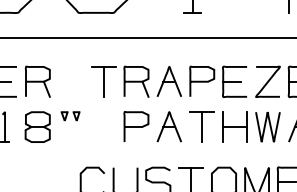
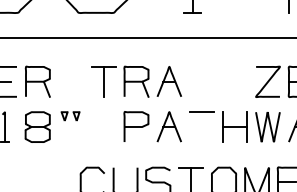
part at (217, 81): present -> none
line at (202, 127): present -> none
